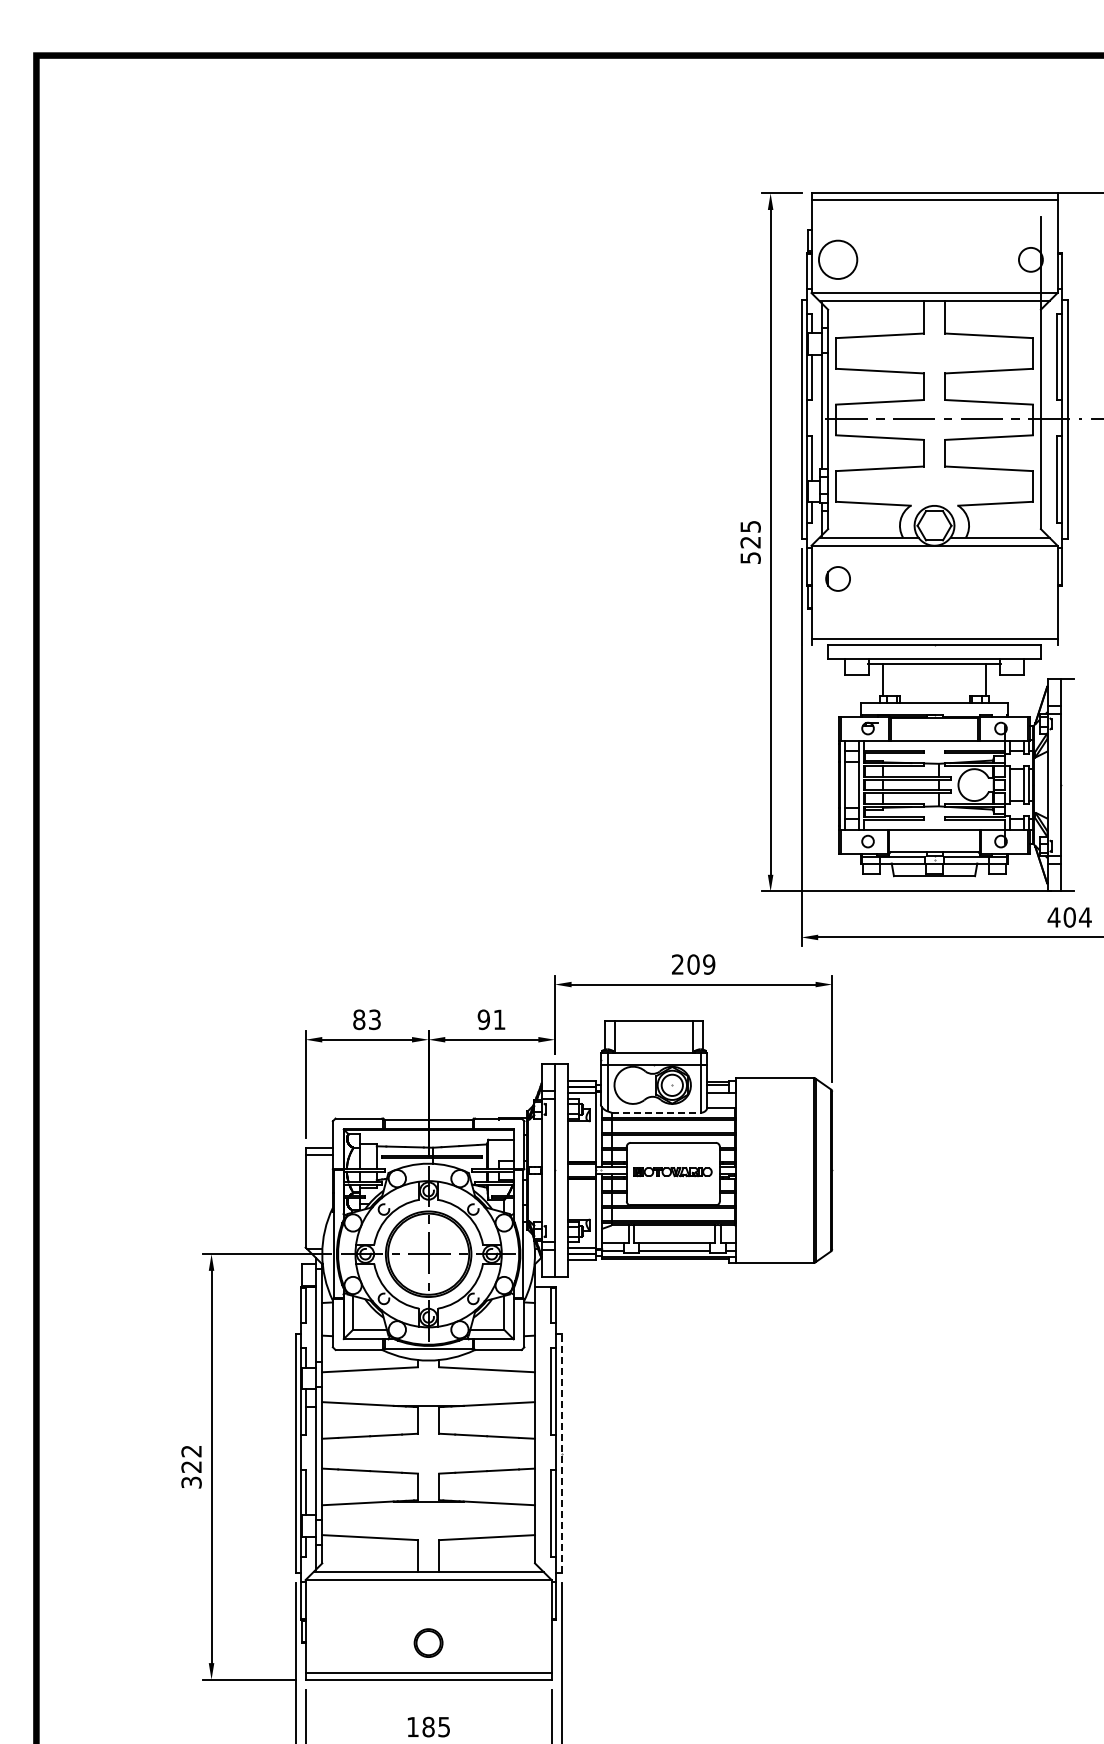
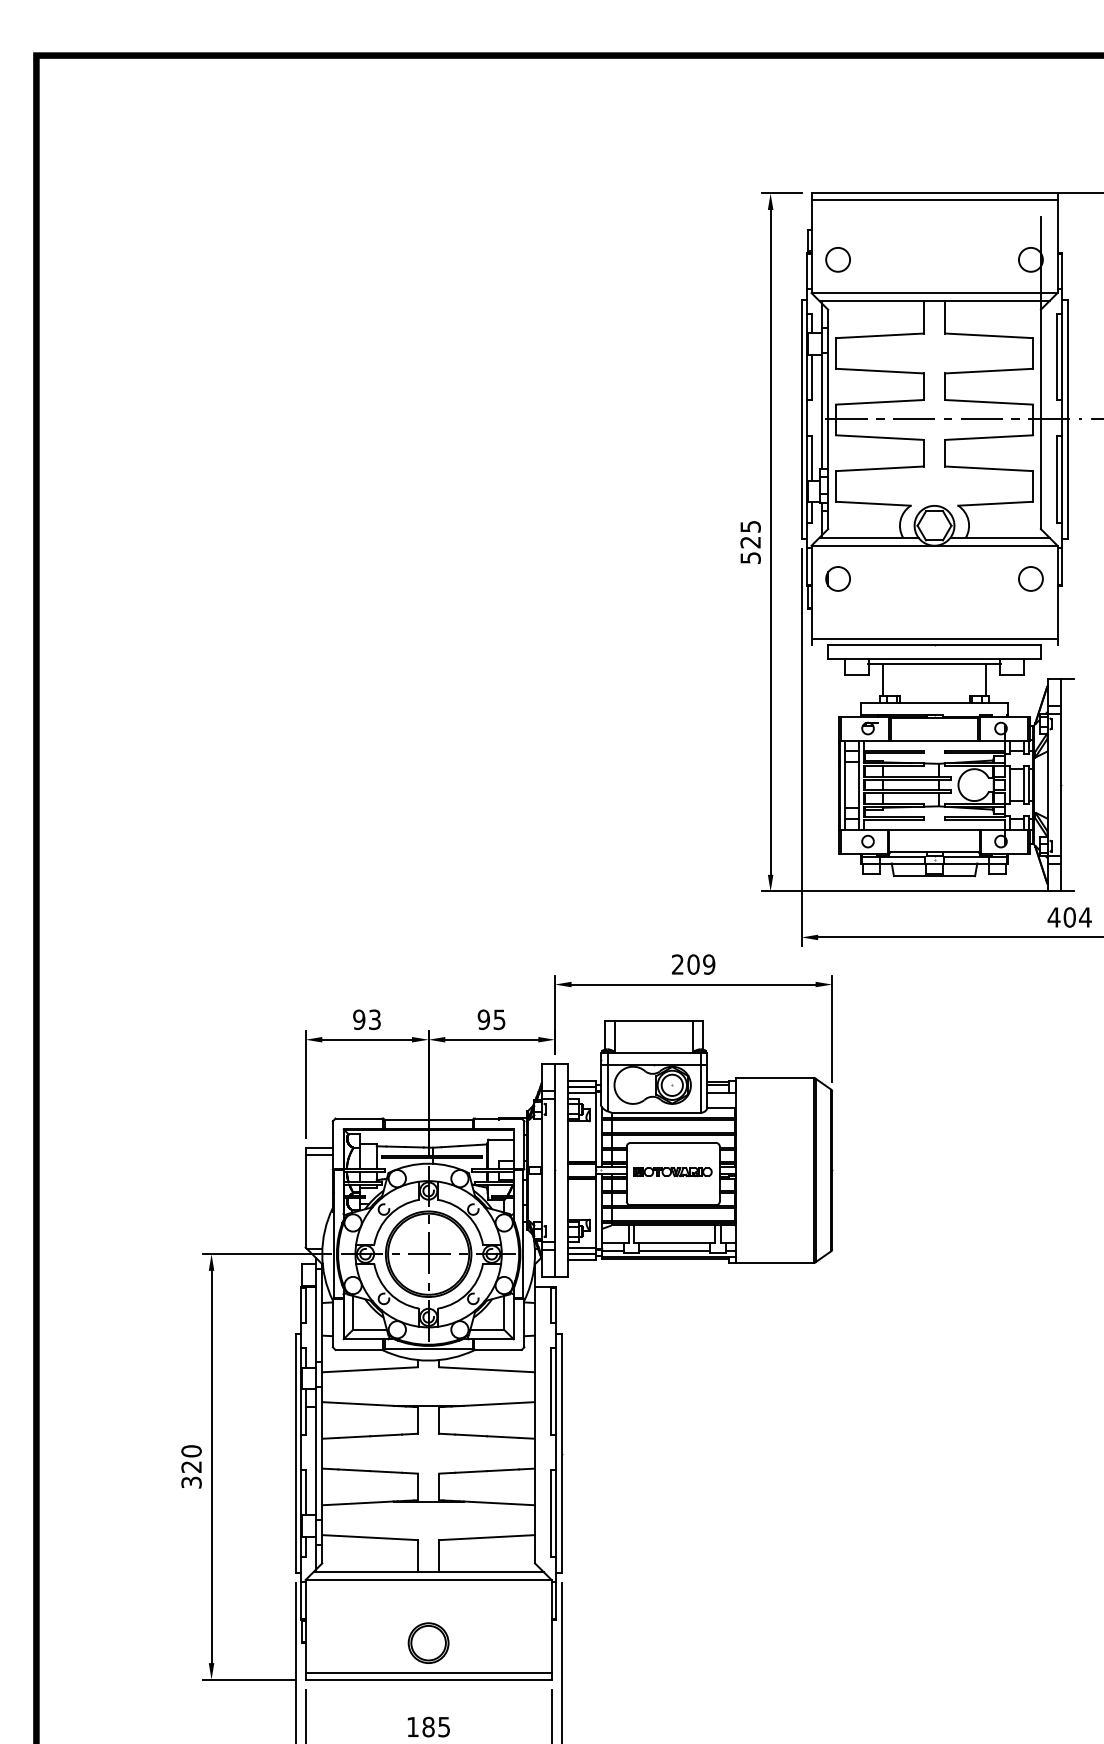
circle at (837, 259) diameter: 38 px -> 24 px
circle at (1030, 578): none -> present
text at (359, 1019): 83 -> 93
text at (499, 1019): 91 -> 95
line at (656, 1112): dashed -> solid
text at (191, 1451): 322 -> 320
line at (561, 1453): dashed -> solid
part at (428, 1642) size: 31x30 px -> 43x42 px
